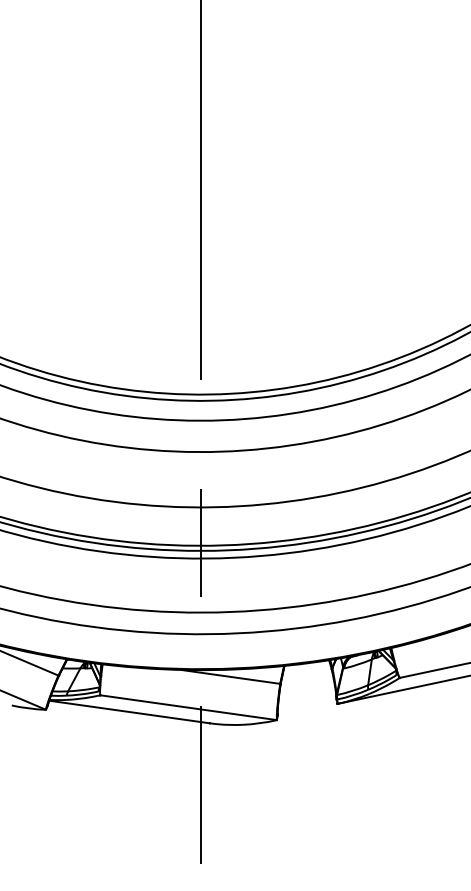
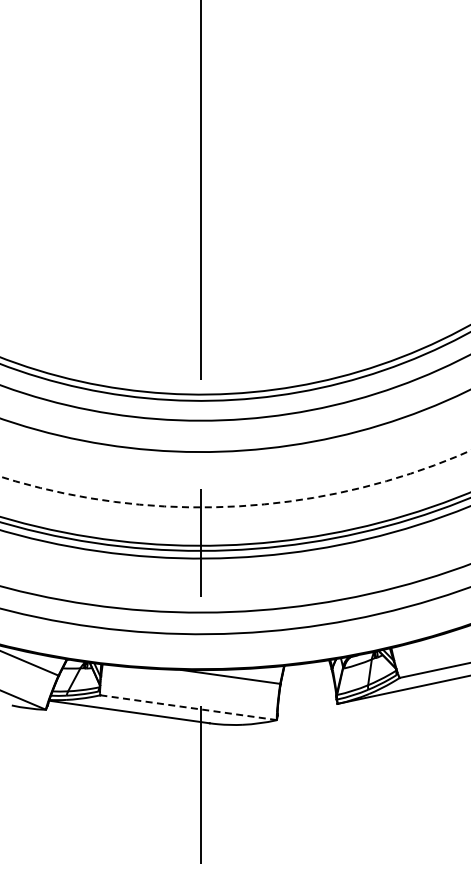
arc at (237, 506): solid -> dashed
line at (189, 707): solid -> dashed
